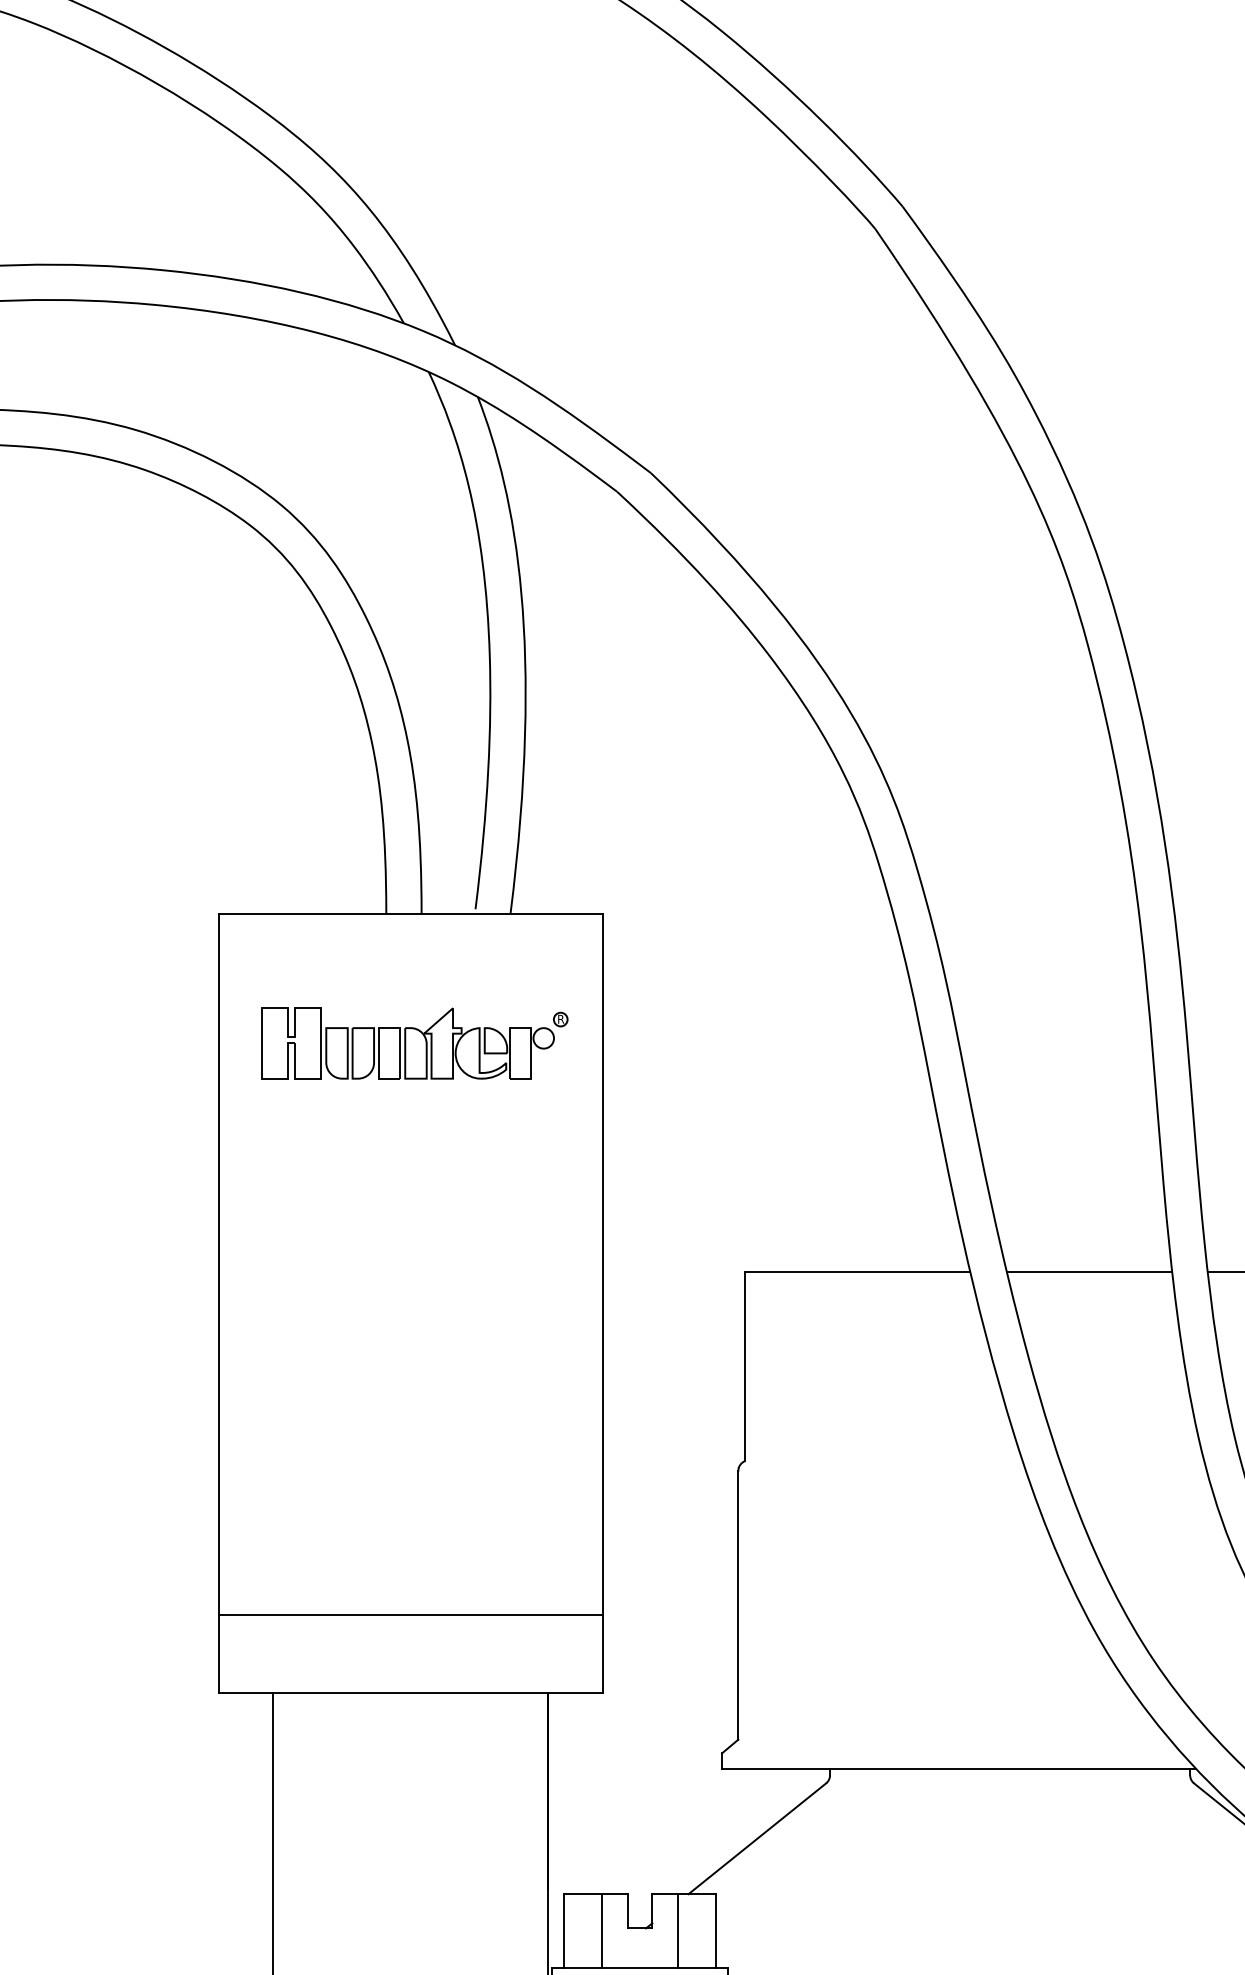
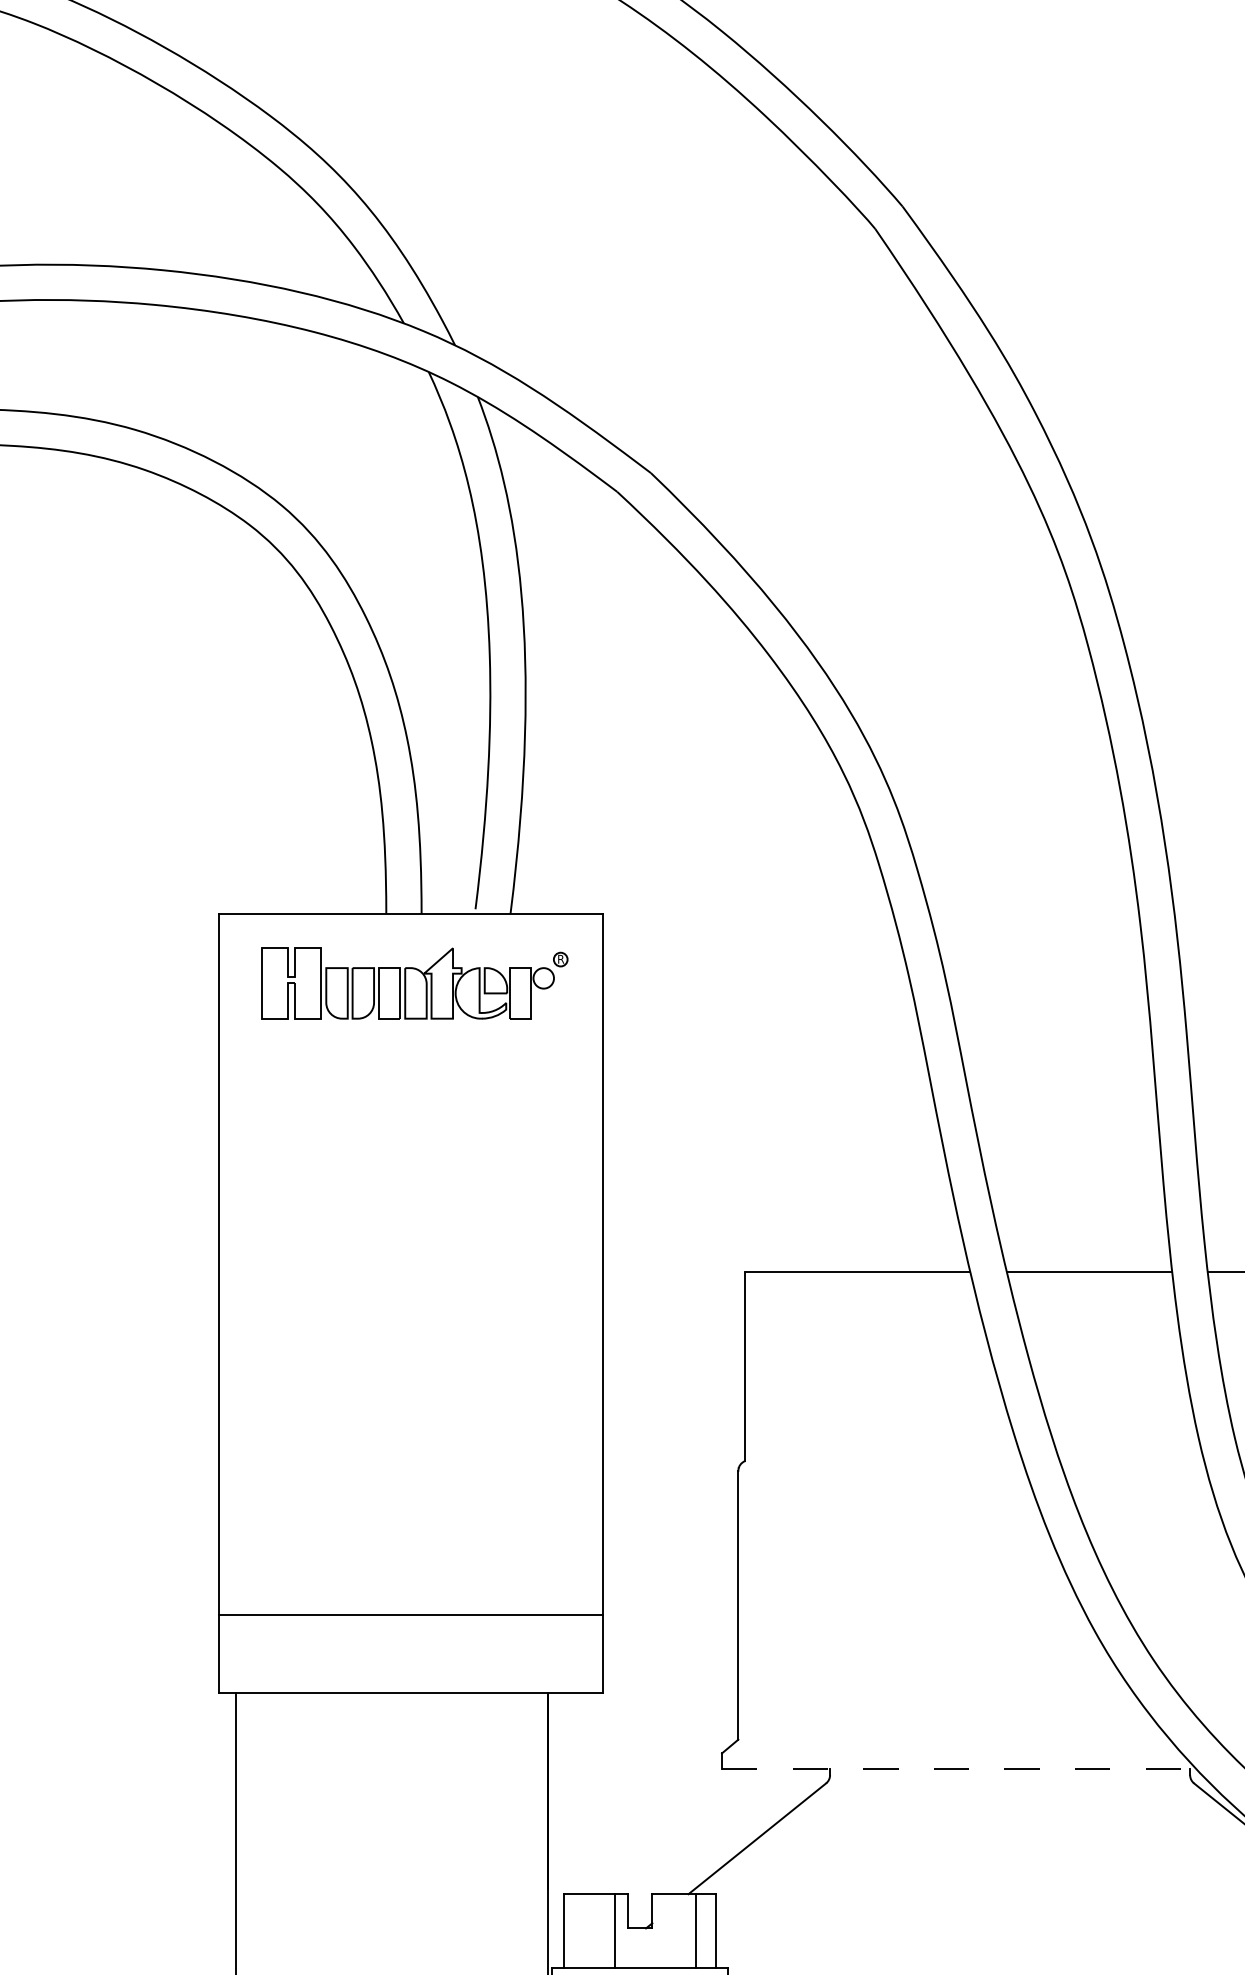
part at (414, 1043) position: (414, 1043) -> (414, 983)
line at (959, 1769): solid -> dashed
line at (273, 1832) position: (273, 1832) -> (236, 1832)
line at (602, 1931) position: (602, 1931) -> (615, 1931)
line at (677, 1931) position: (677, 1931) -> (695, 1931)
